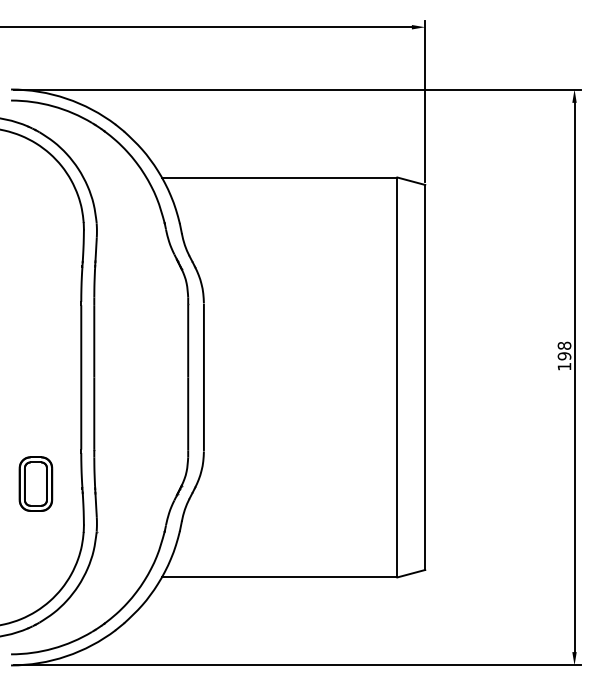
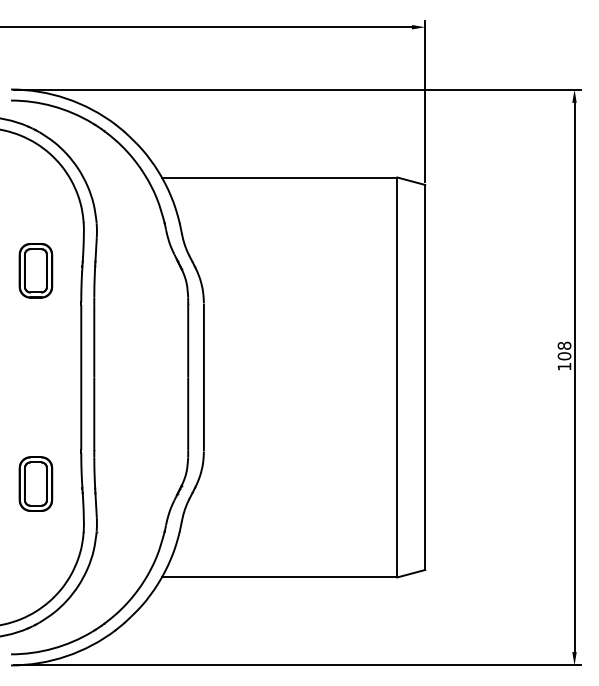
part at (35, 270): none -> present
text at (564, 356): 198 -> 108
